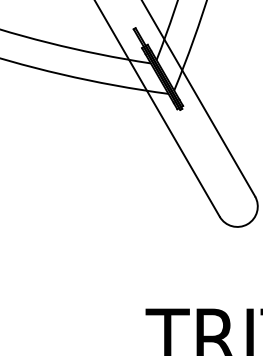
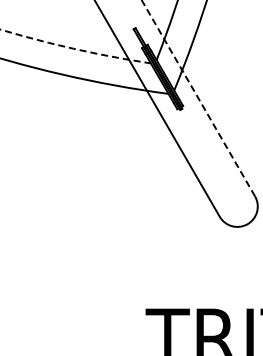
arc at (74, 49): solid -> dashed
line at (198, 97): solid -> dashed
